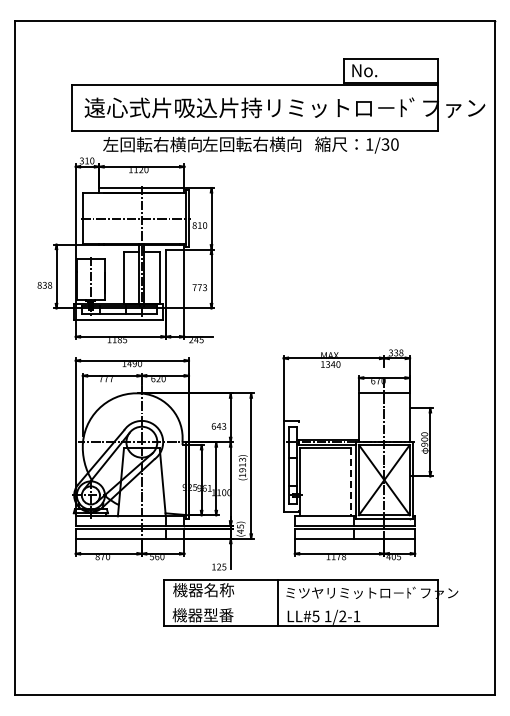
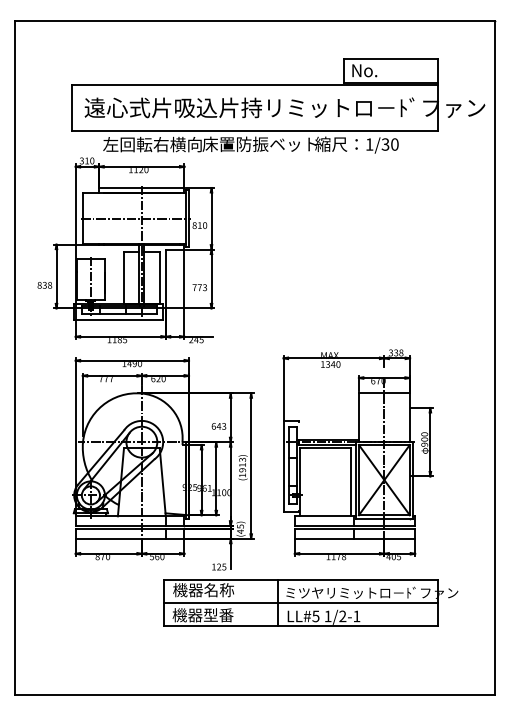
text at (259, 143): 左回転右横向 -> 床置防振ベット
line at (351, 482): dashed -> solid
line at (300, 603): none -> present
